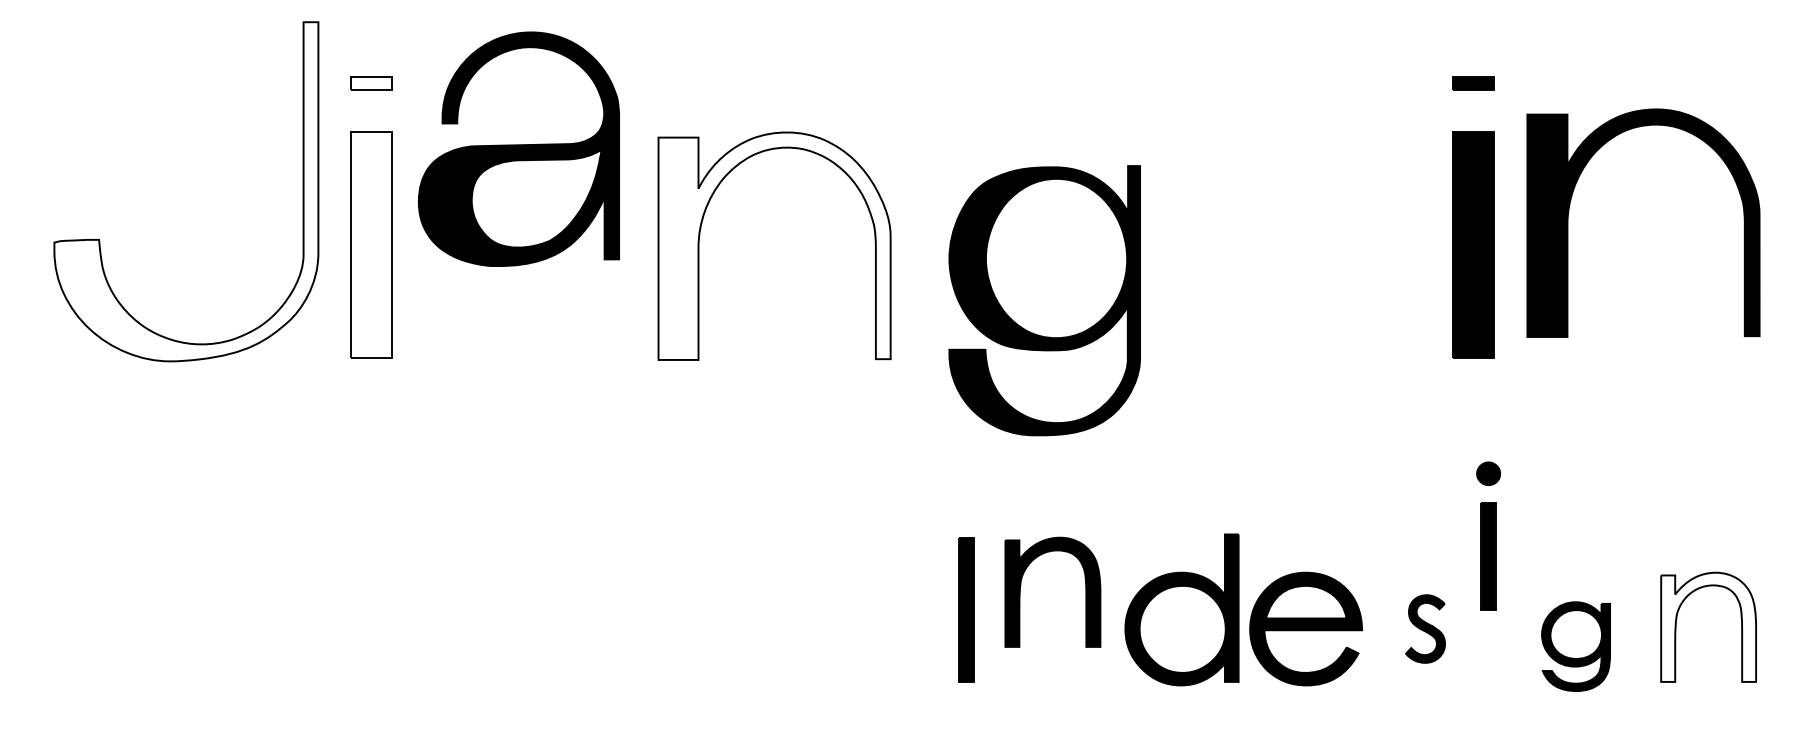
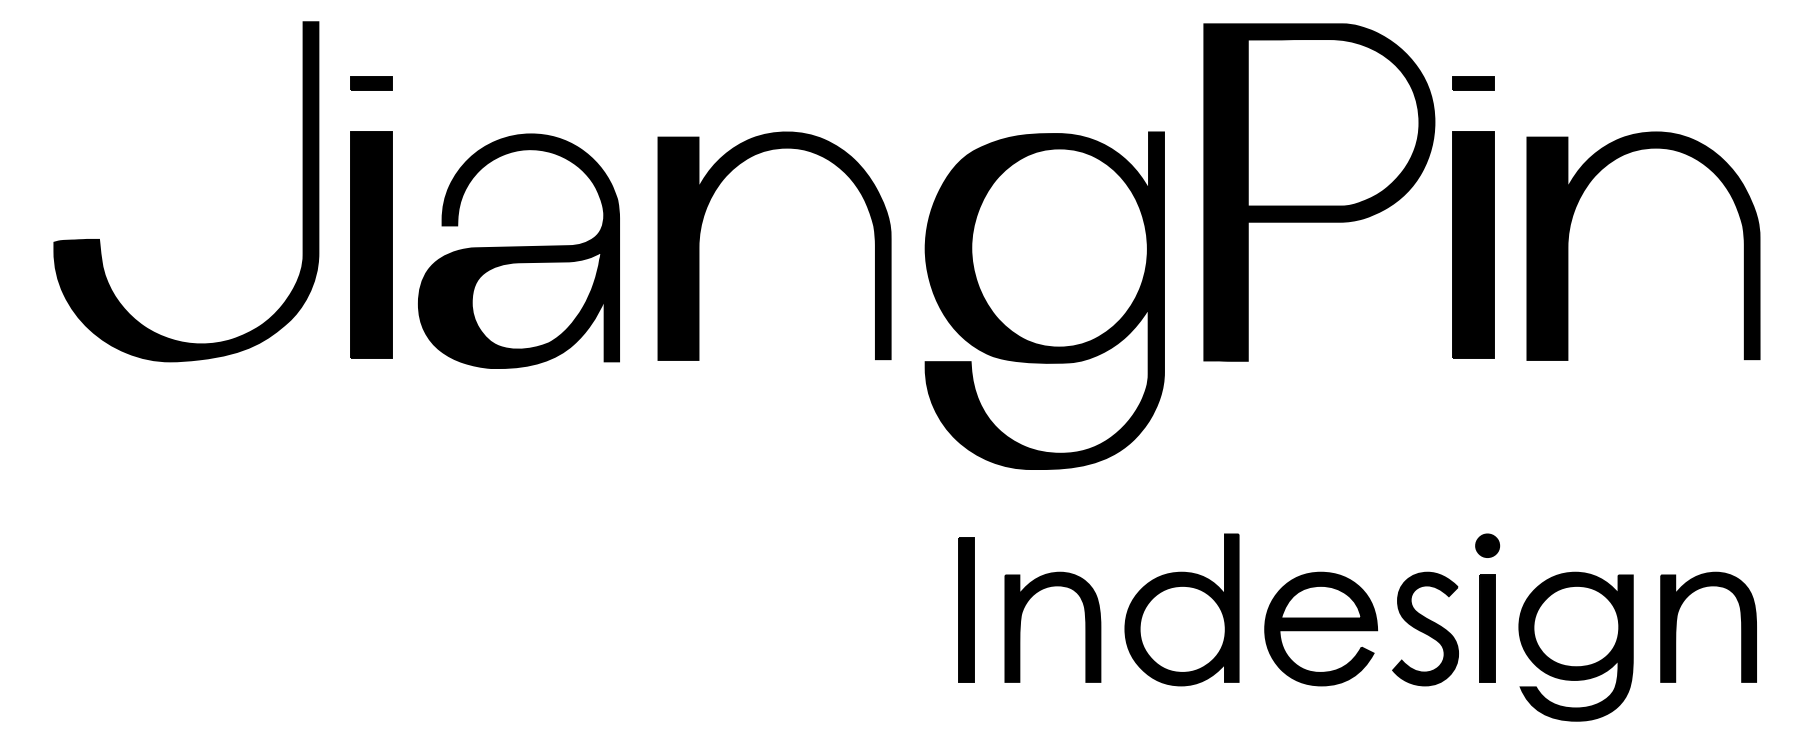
fill at (371, 83): none -> present
part at (518, 148) position: (518, 148) -> (518, 250)
fill at (186, 191): none -> present
part at (1319, 192): none -> present
part at (1569, 212) position: (1569, 212) -> (1569, 235)
fill at (371, 245): none -> present
fill at (774, 245): none -> present
part at (1044, 300) size: 193x272 px -> 241x339 px
part at (1488, 535) position: (1488, 535) -> (1487, 607)
part at (1021, 585) position: (1021, 585) -> (1021, 620)
fill at (1708, 626): none -> present
part at (1306, 628) position: (1306, 628) -> (1321, 628)
part at (1425, 628) size: 41x70 px -> 67x116 px
part at (1575, 646) size: 70x91 px -> 116x151 px
